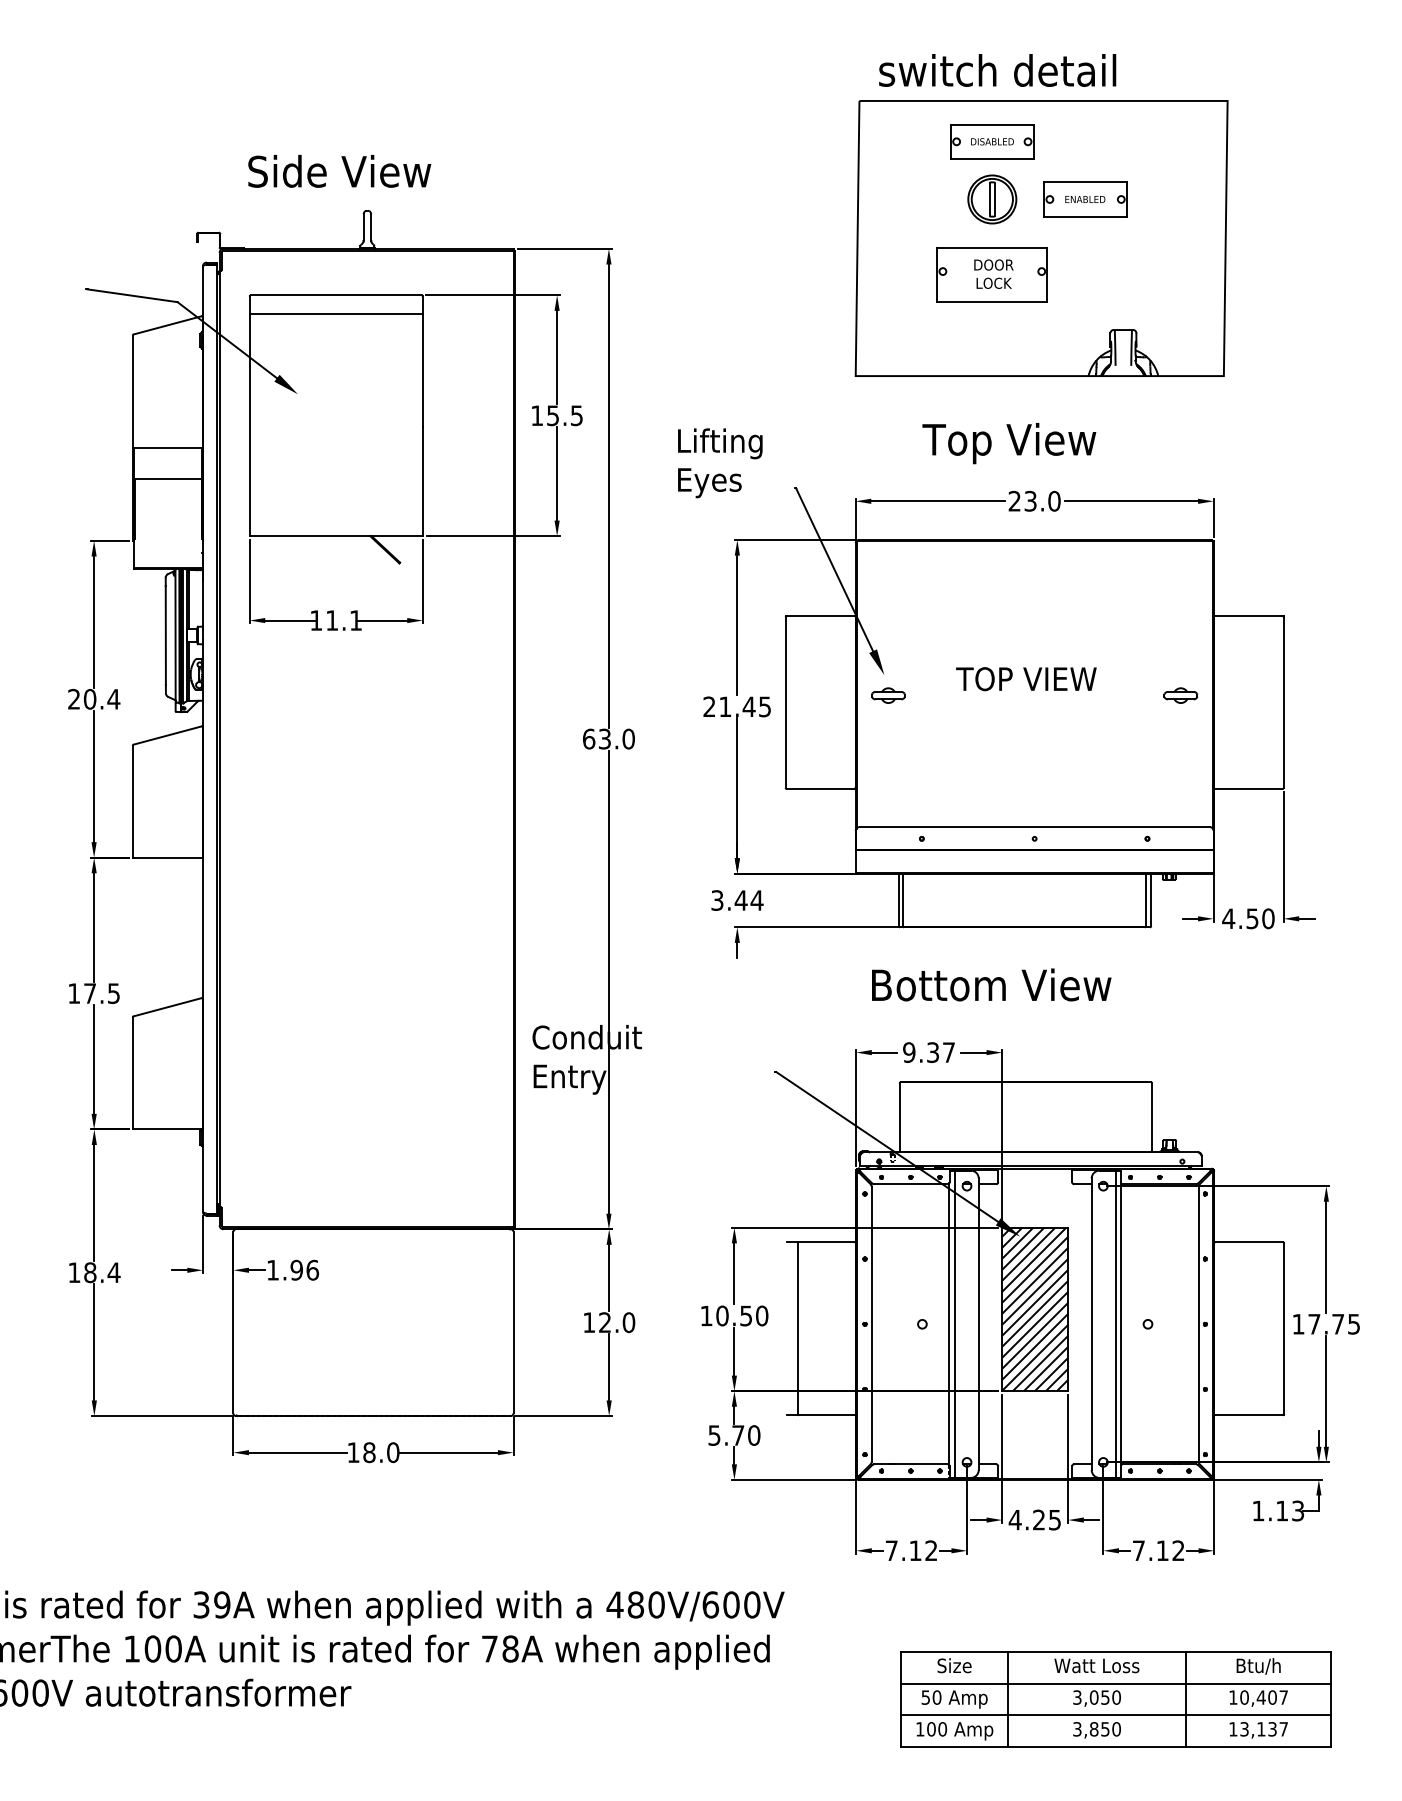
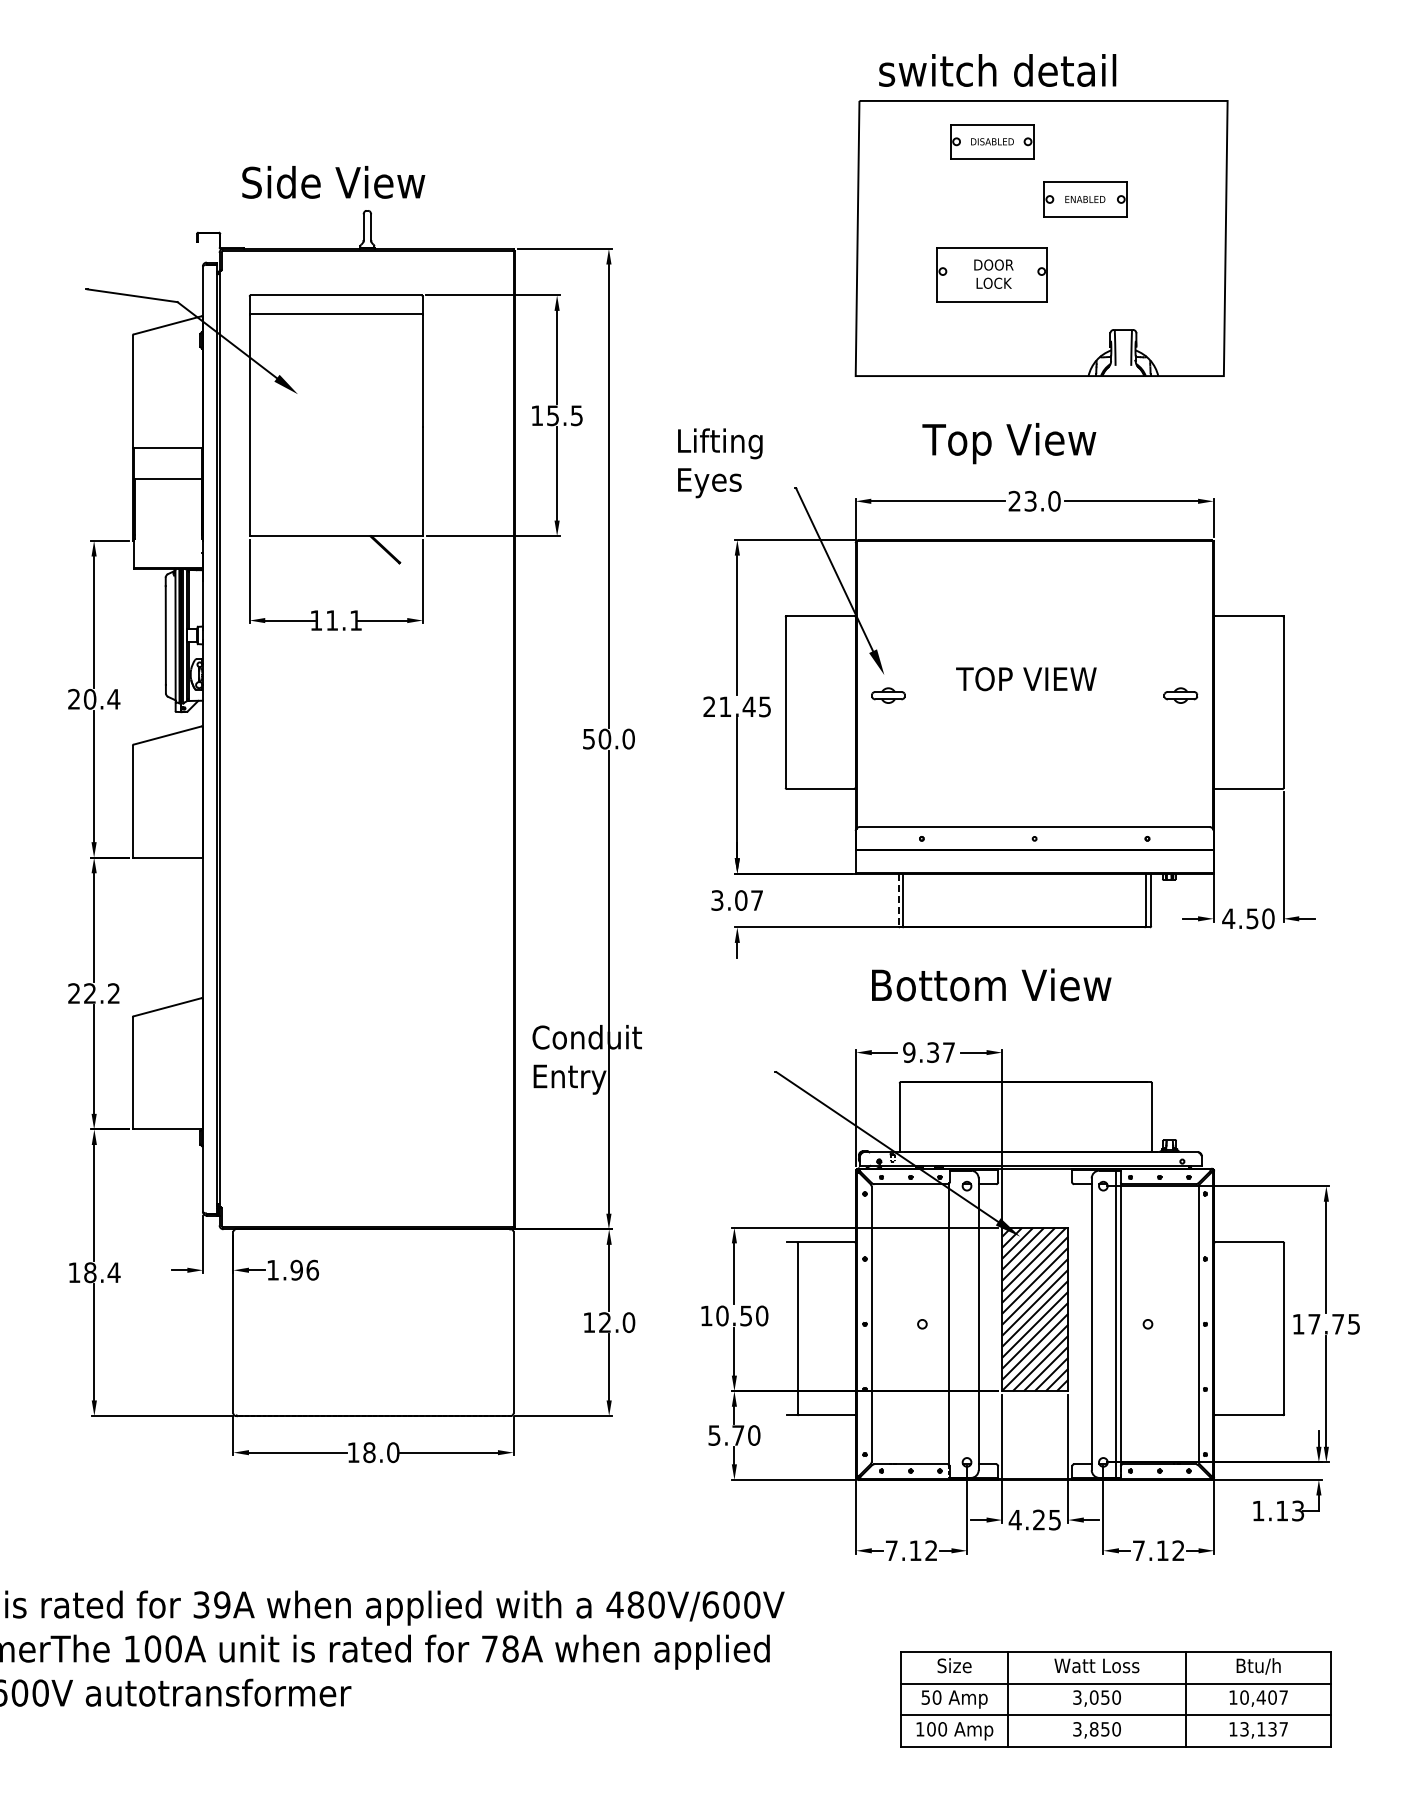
text at (339, 171) position: (339, 171) -> (333, 182)
part at (992, 199): present -> none
text at (597, 738): 63.0 -> 50.0
text at (748, 900): 3.44 -> 3.07
line at (898, 900): solid -> dashed
text at (93, 993): 17.5 -> 22.2
line at (954, 1323): present -> none
